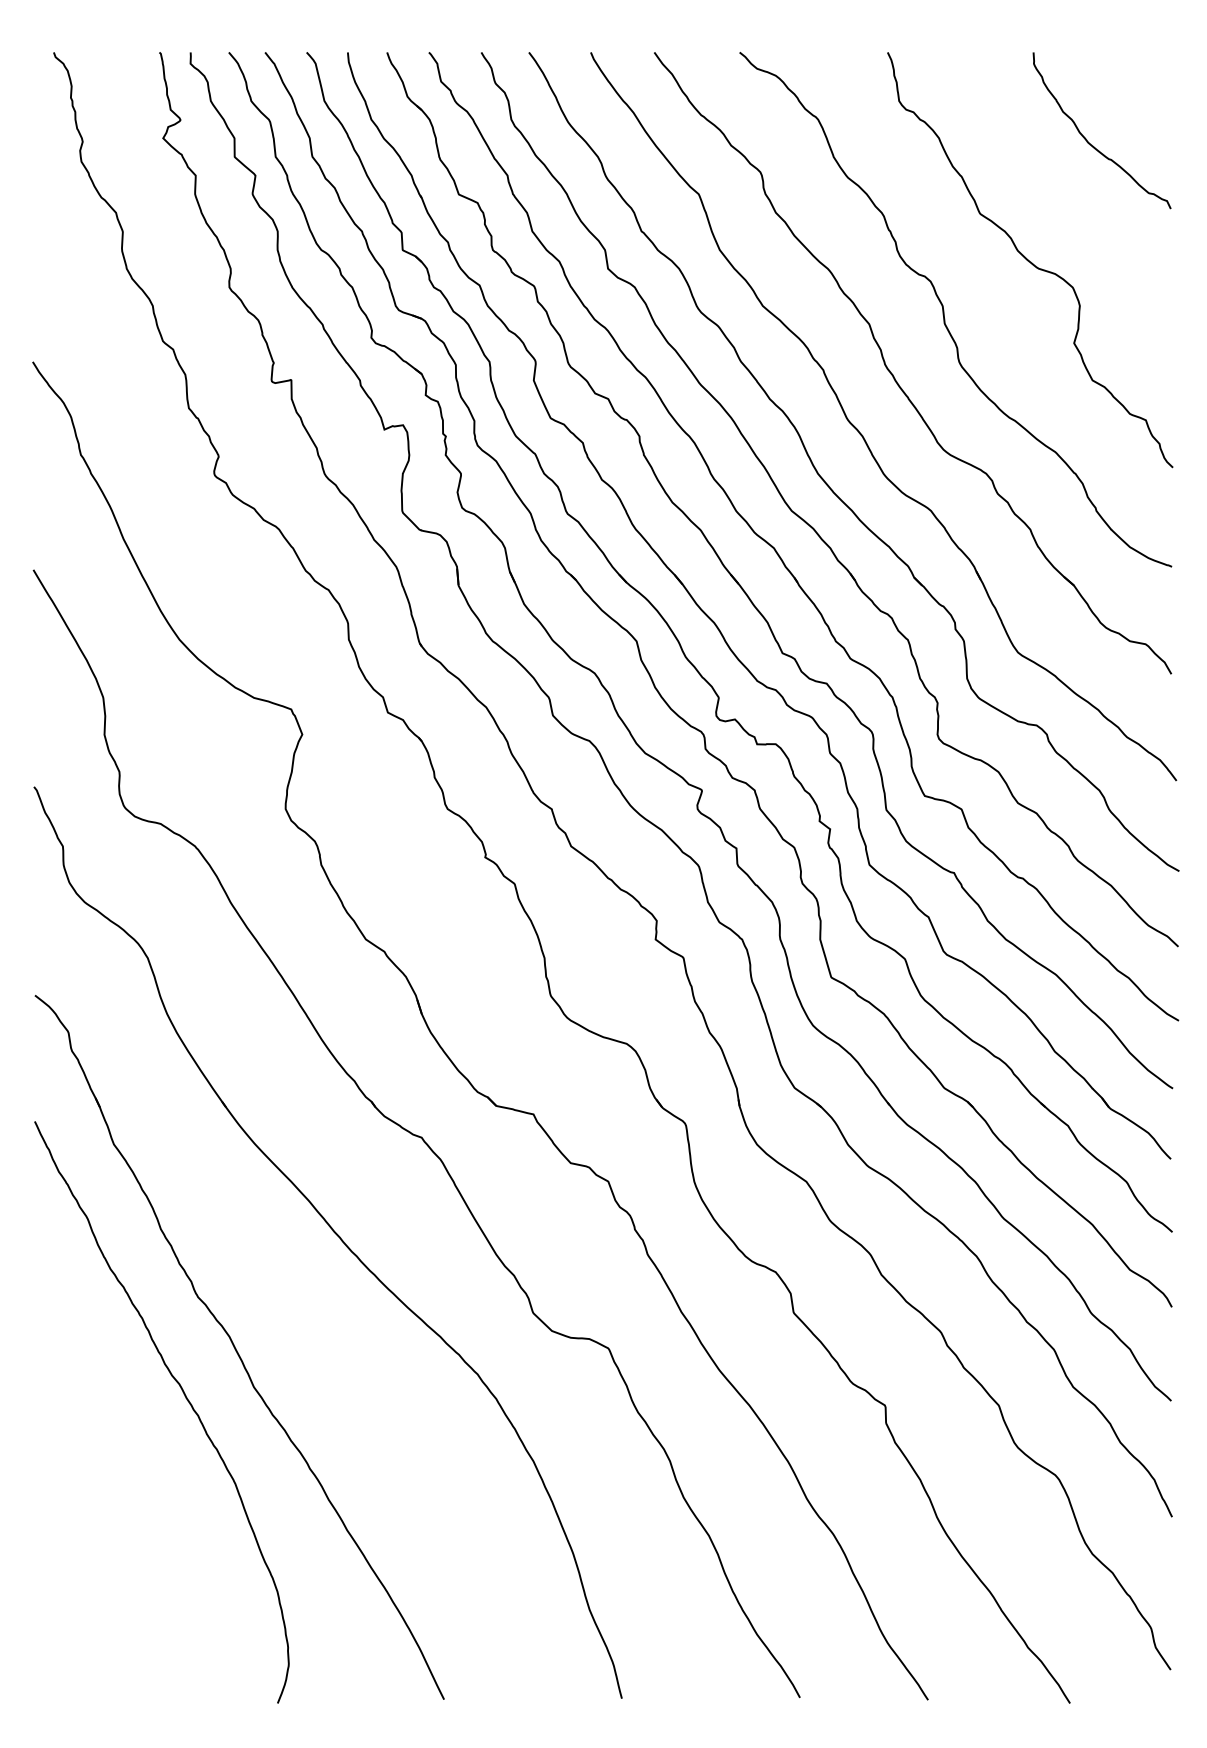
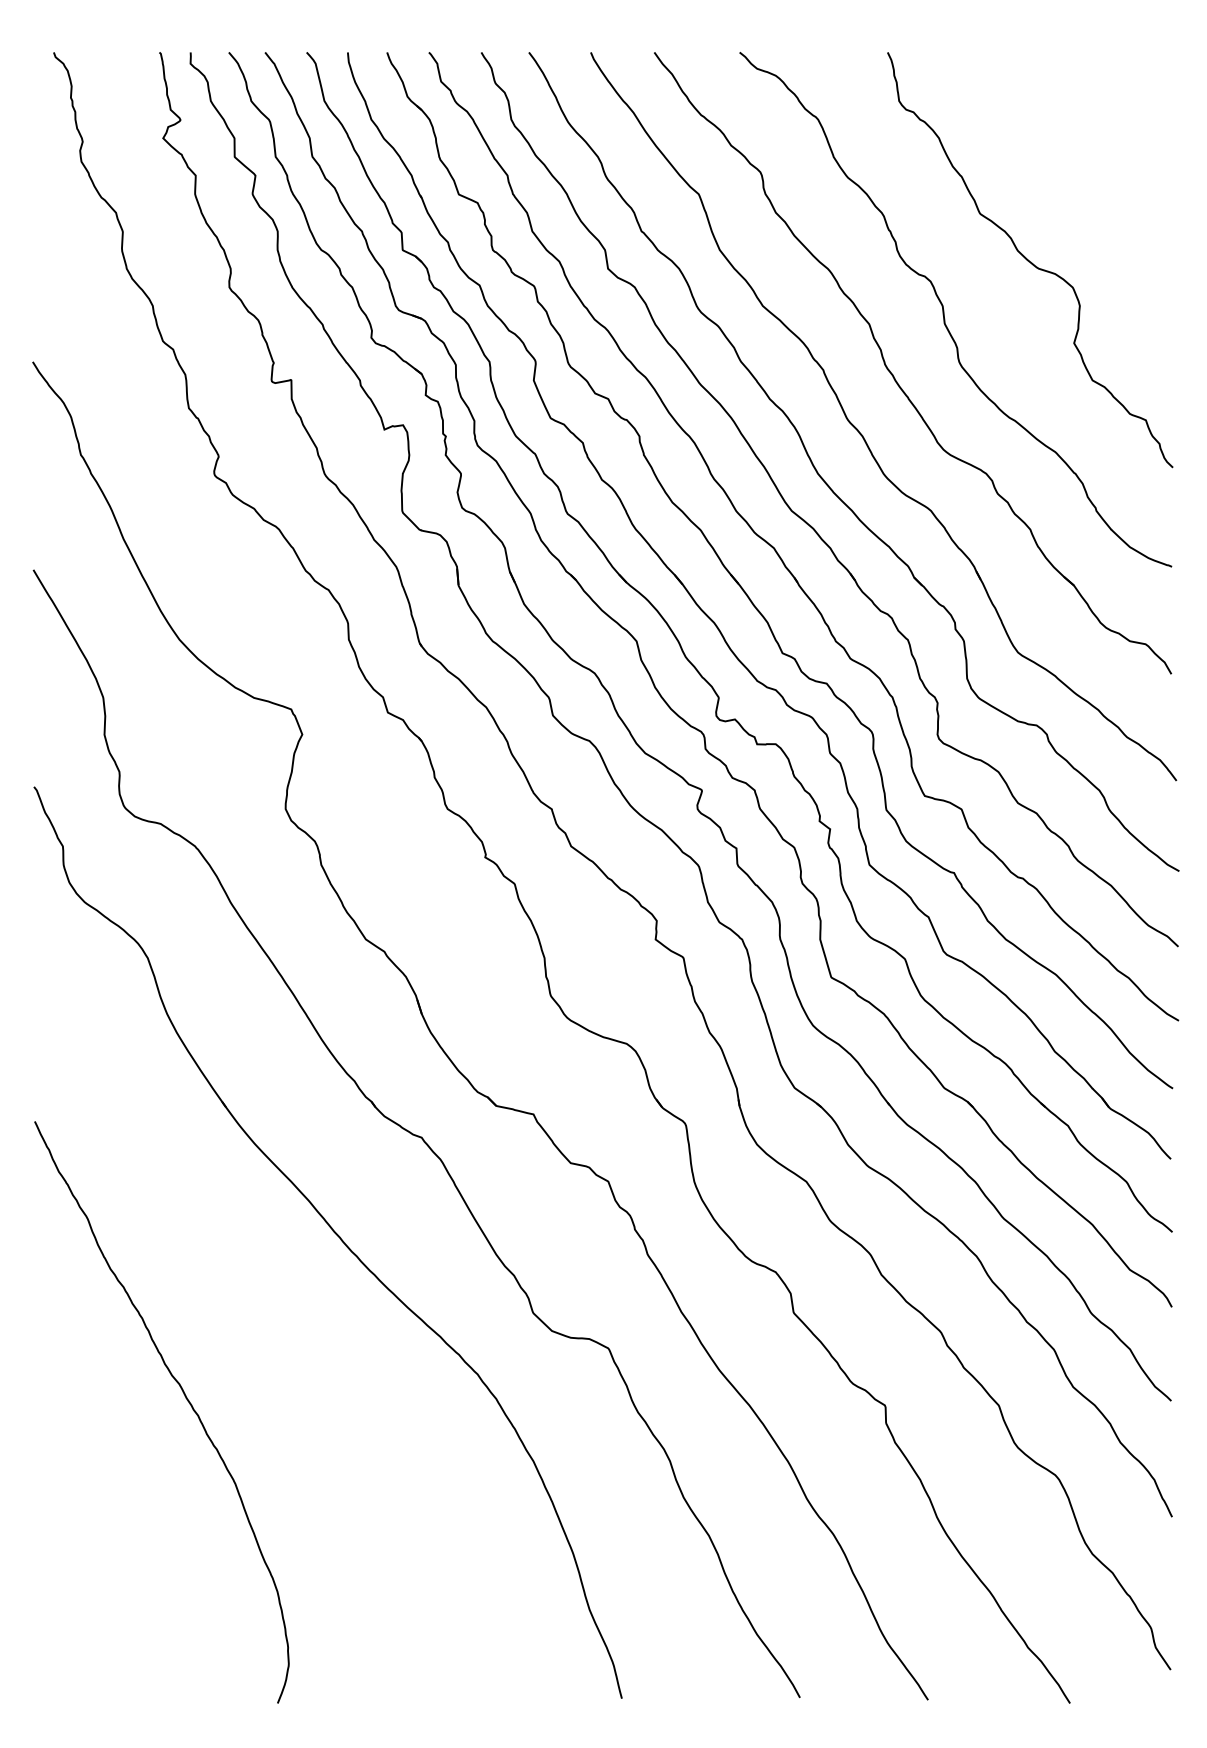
curve at (1089, 142): present -> none
part at (239, 1347): present -> none
